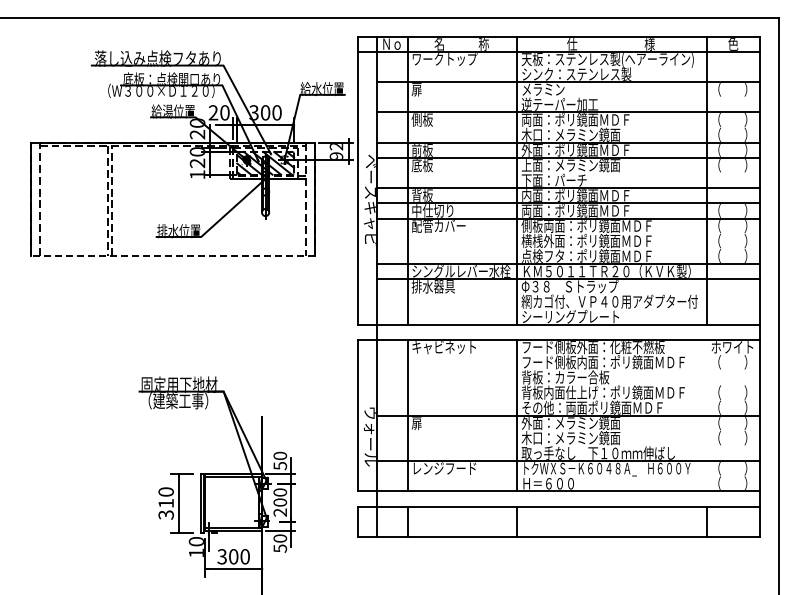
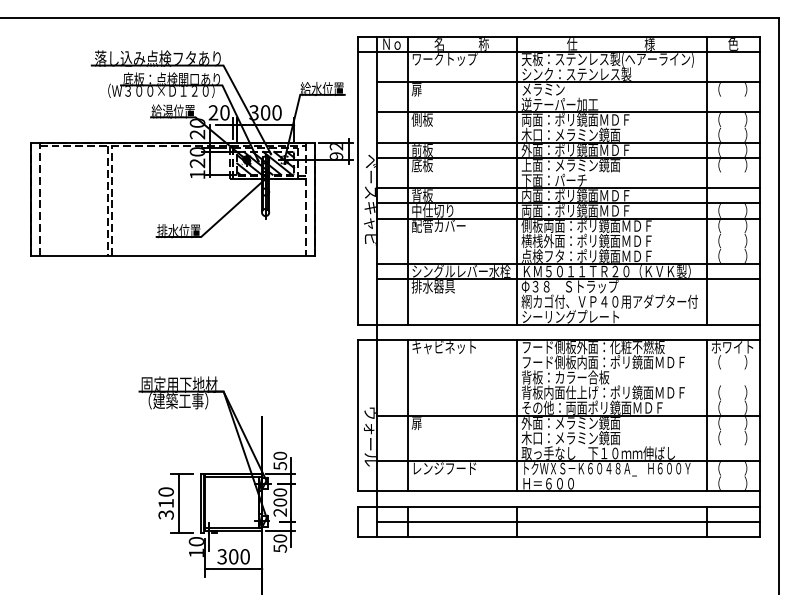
line at (172, 256): dashed -> solid
line at (706, 415): none -> present
line at (568, 521): none -> present
